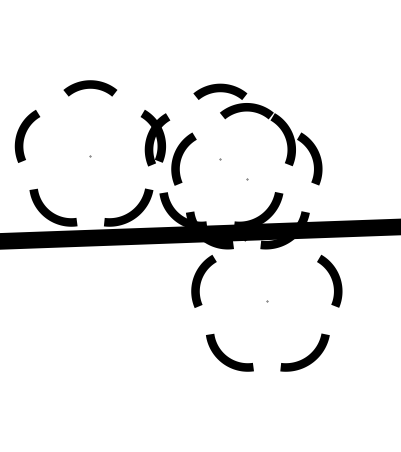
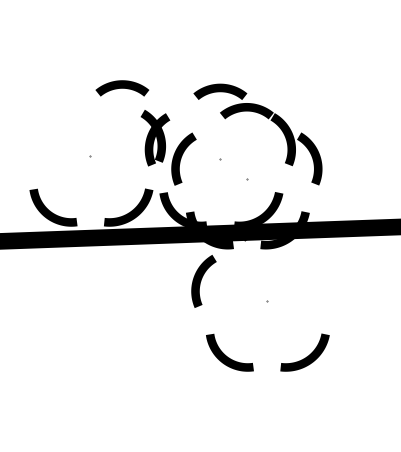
curve at (90, 88) position: (90, 88) -> (122, 88)
curve at (25, 135): present -> none
curve at (331, 279): present -> none
